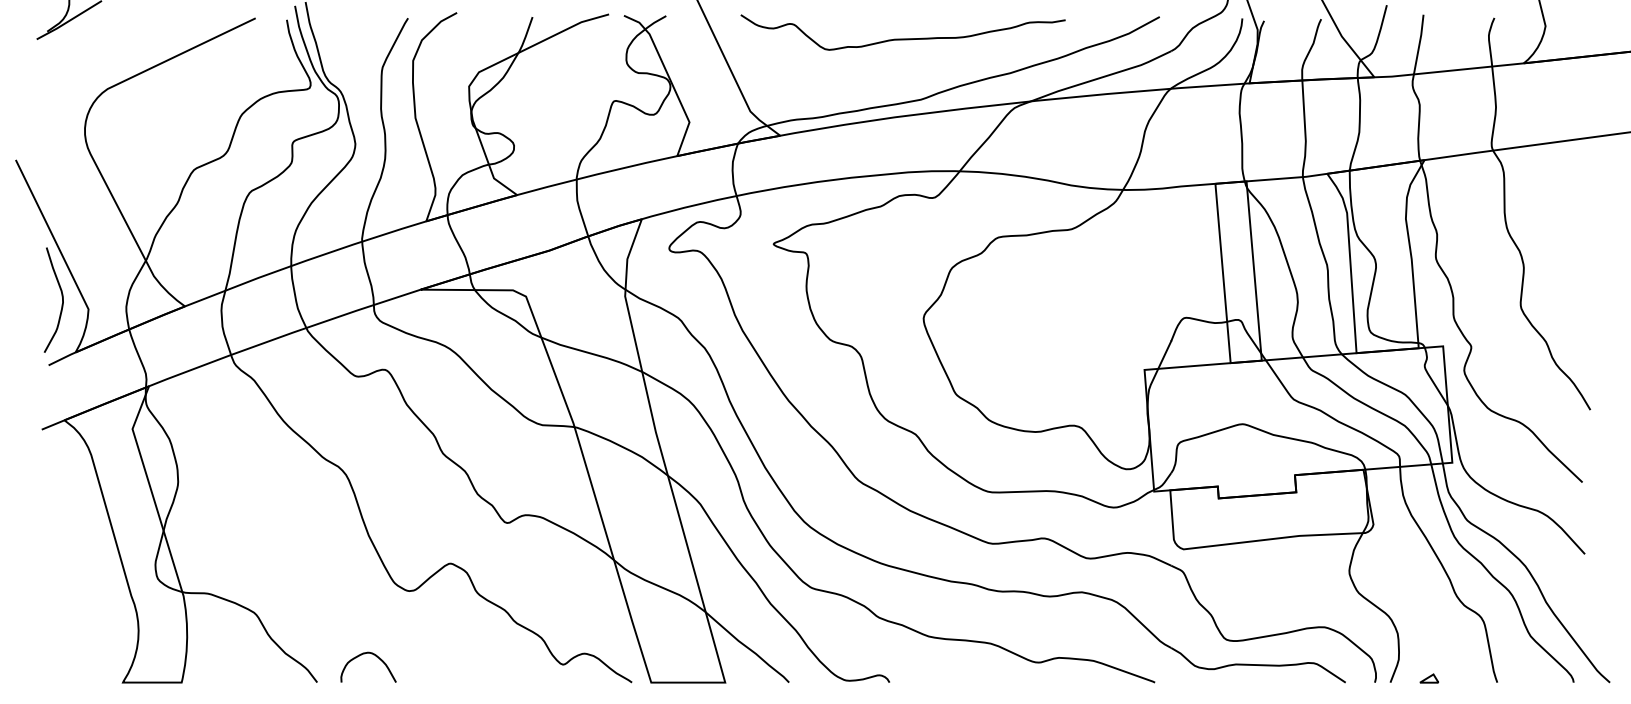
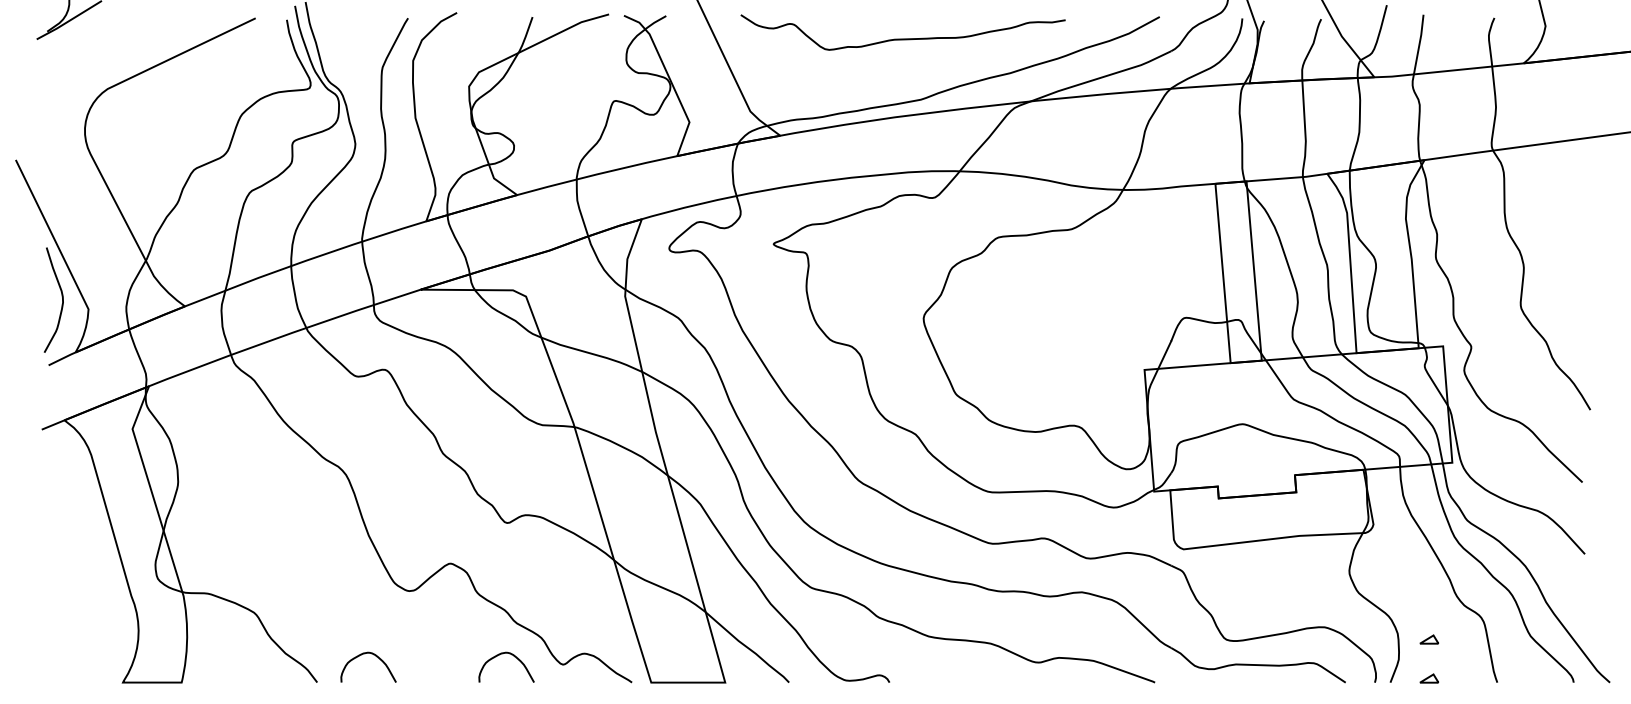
part at (1429, 639): none -> present
curve at (514, 657): none -> present
